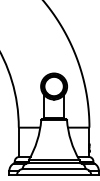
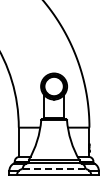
line at (54, 169): solid -> dashed
